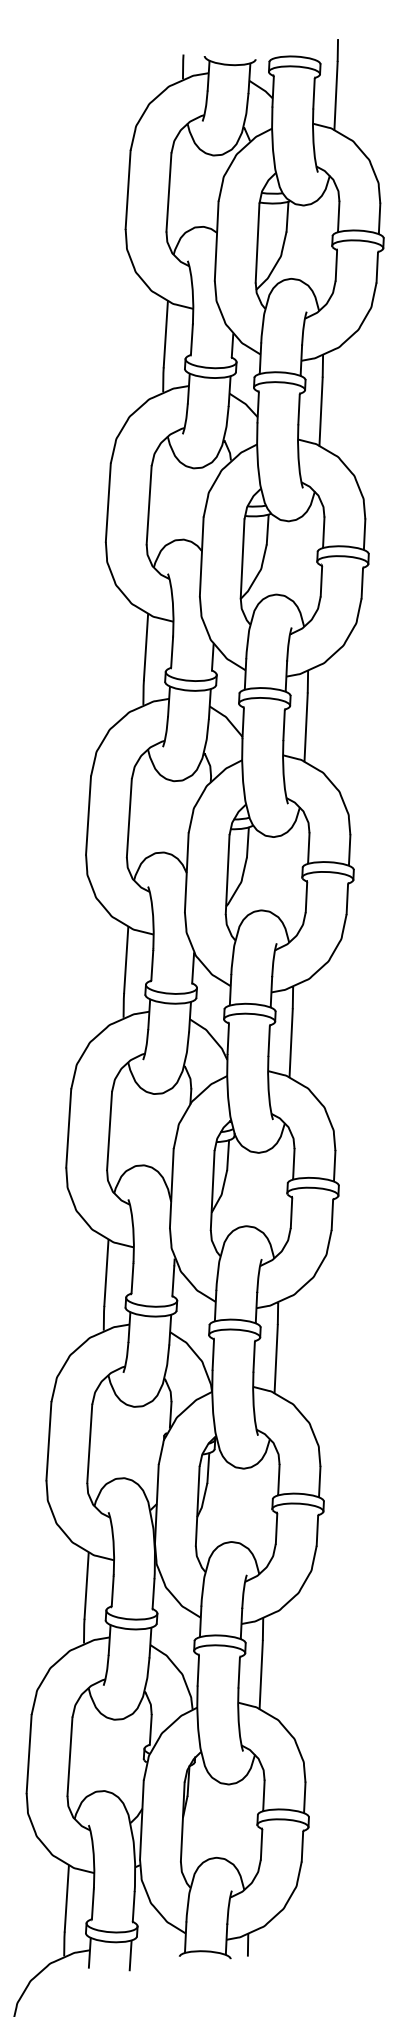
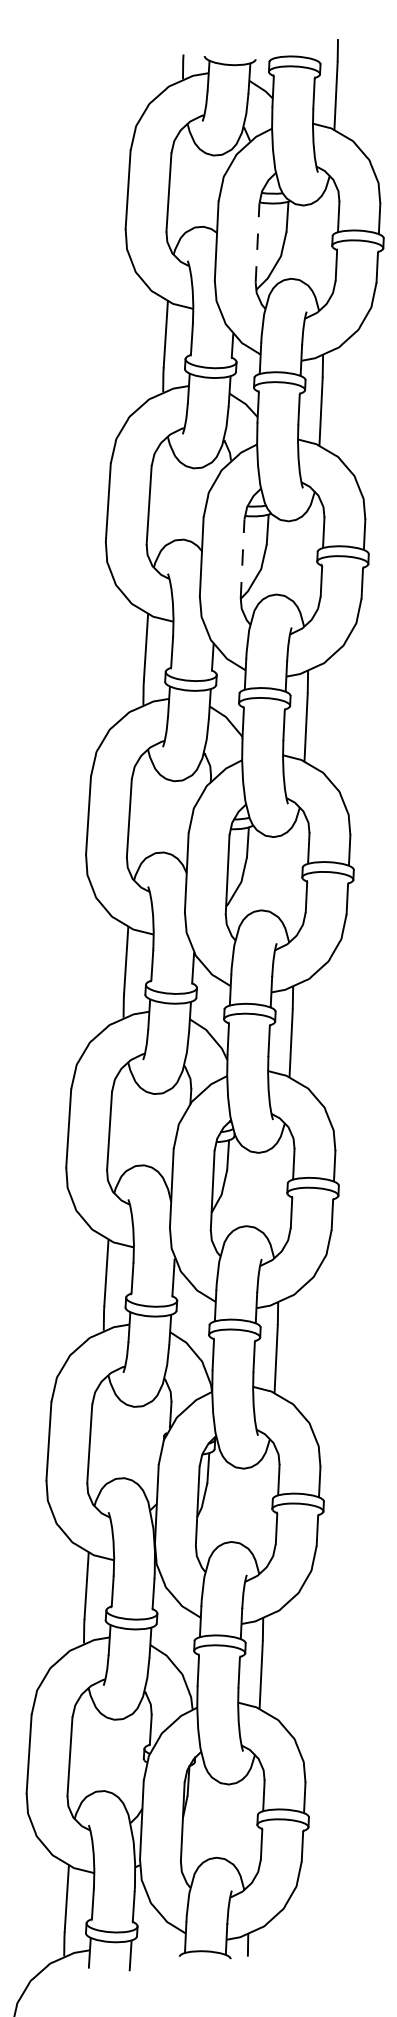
line at (257, 243): solid -> dashed
line at (242, 558): solid -> dashed
